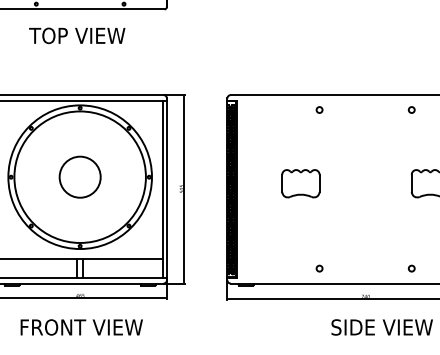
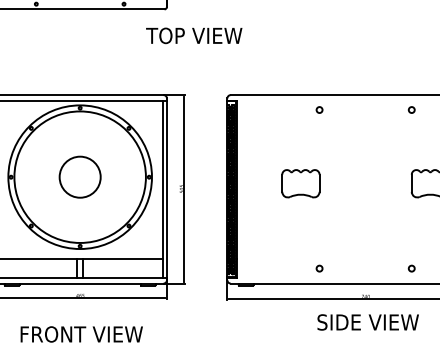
text at (77, 35) position: (77, 35) -> (194, 35)
text at (81, 327) position: (81, 327) -> (81, 334)
text at (381, 327) position: (381, 327) -> (367, 322)
